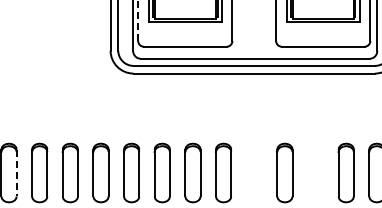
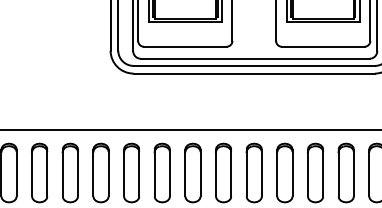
line at (138, 21): dashed -> solid
line at (190, 130): none -> present
part at (253, 172): none -> present
part at (315, 172): none -> present
line at (16, 173): dashed -> solid
